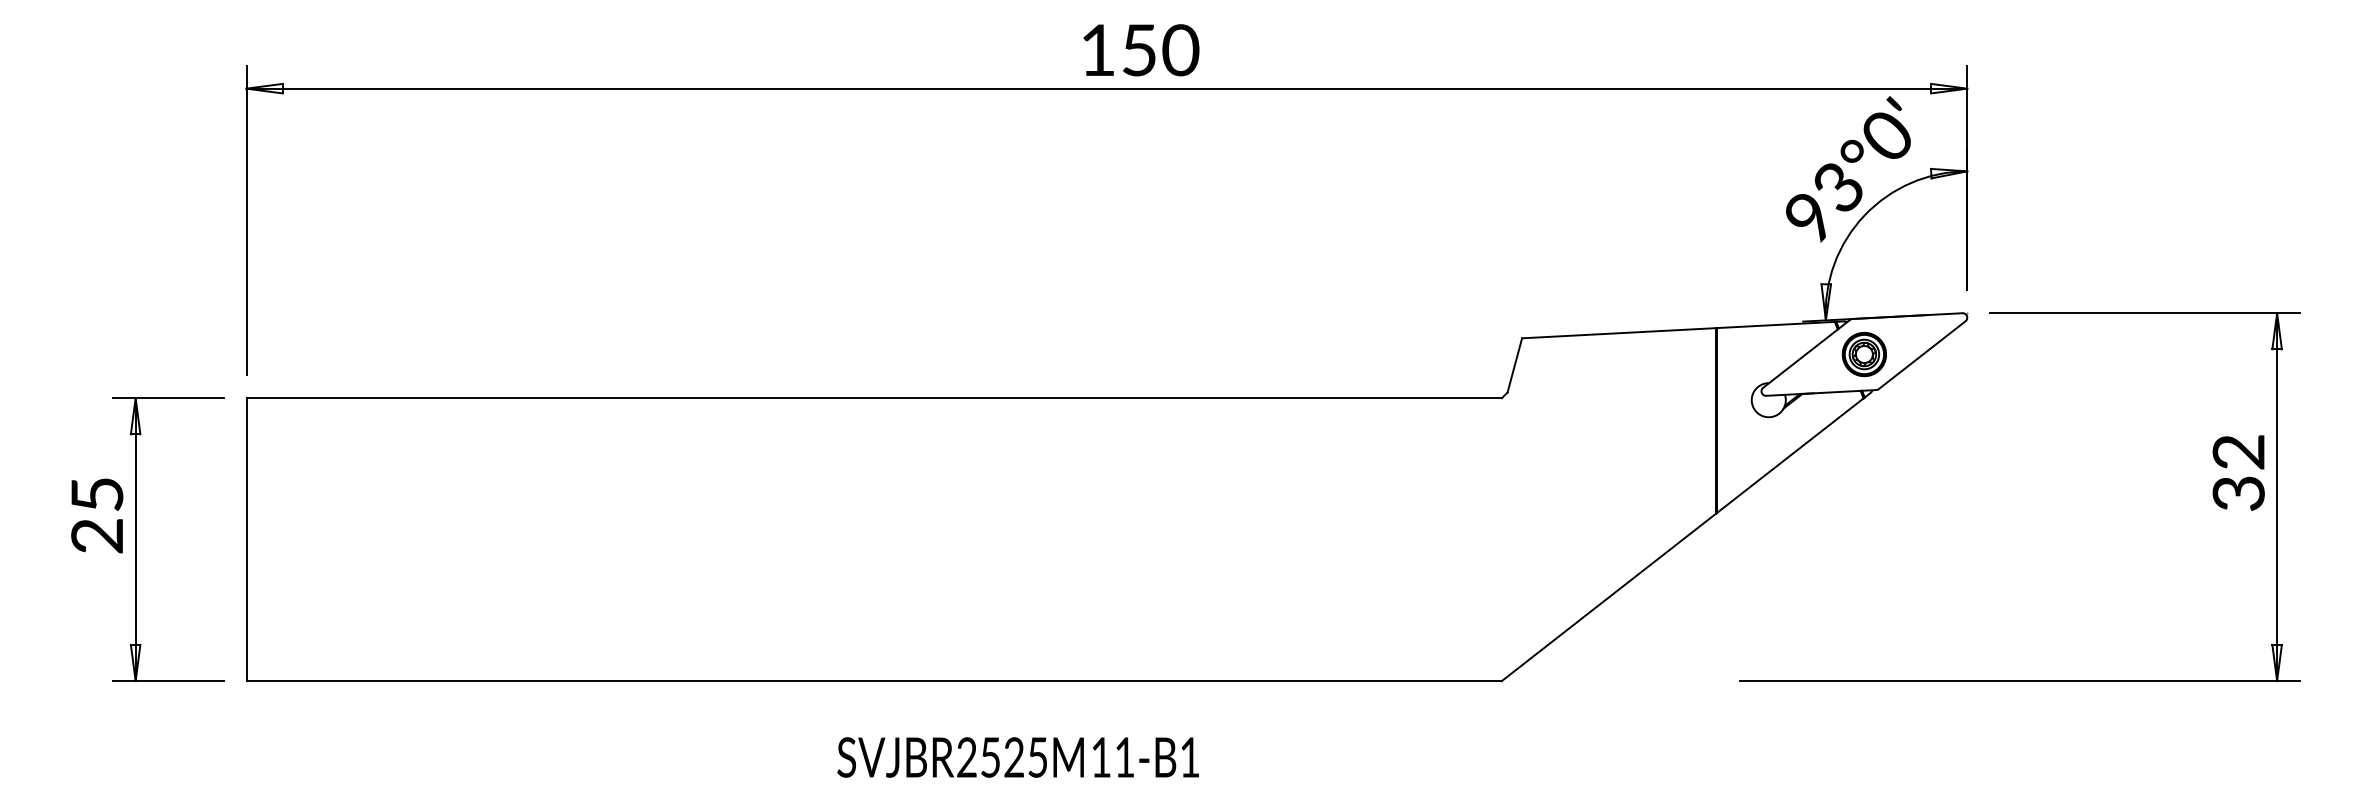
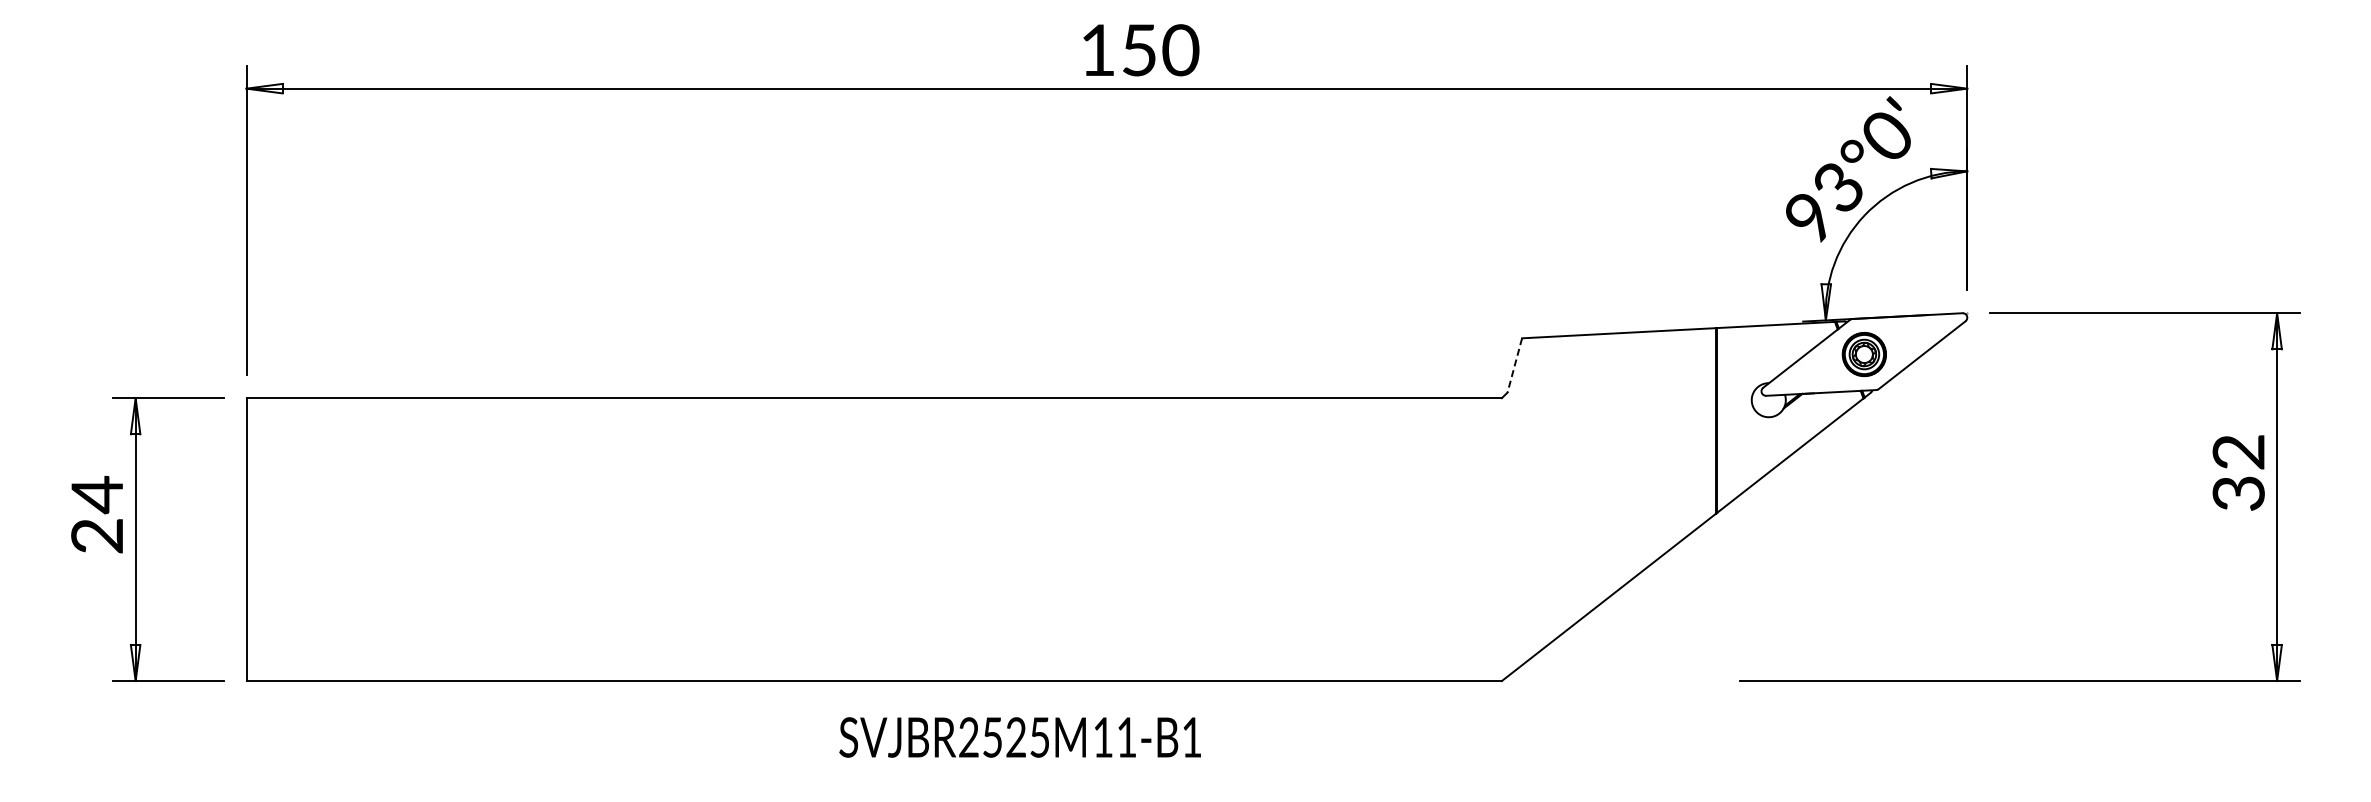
line at (1514, 365): solid -> dashed
text at (97, 495): 25 -> 24
text at (1017, 757) position: (1017, 757) -> (1019, 737)
